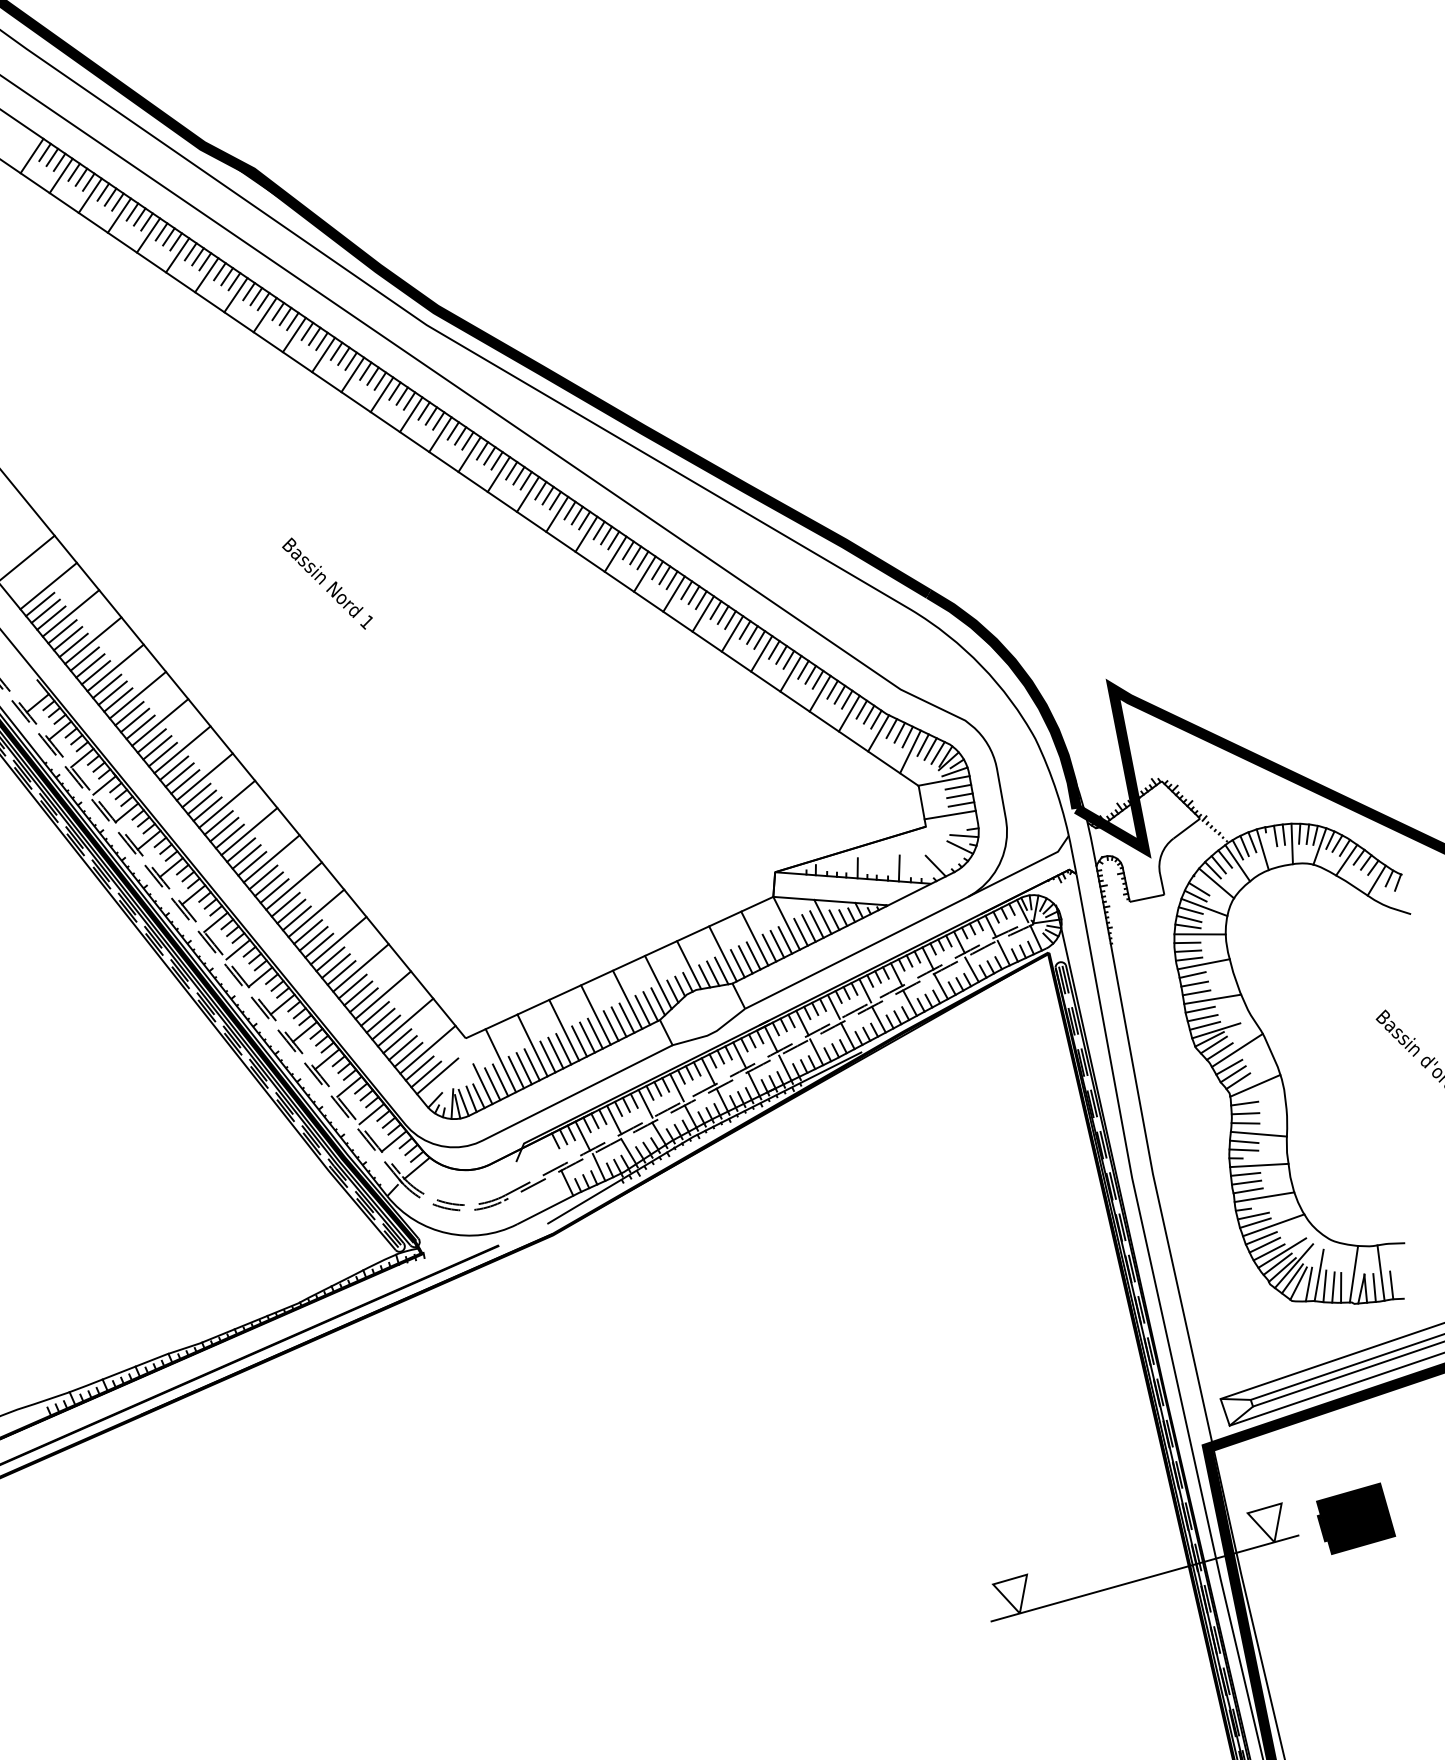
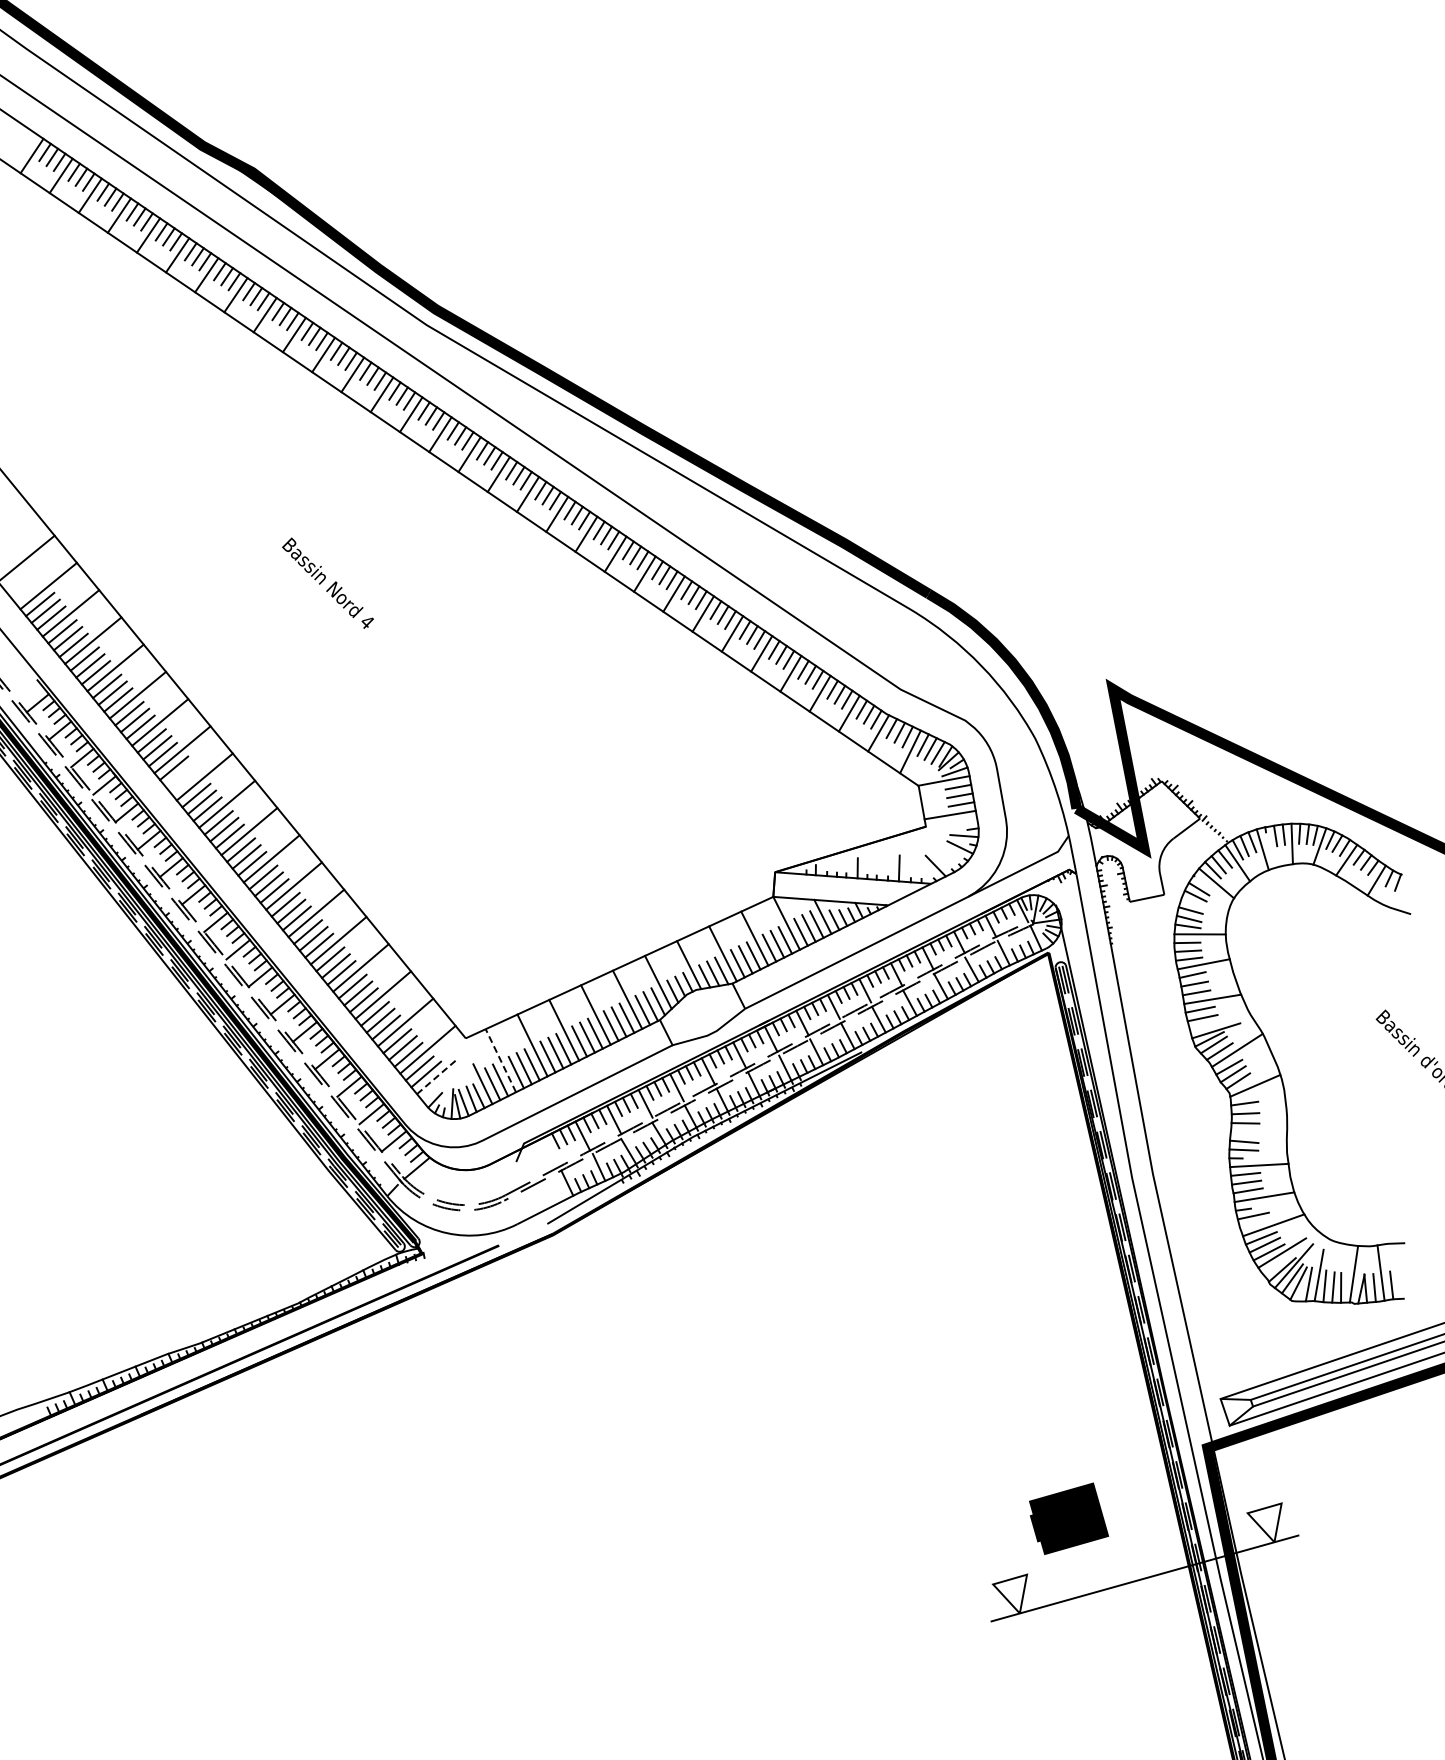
text at (366, 622): 1 -> 4
line at (179, 774): present -> none
line at (185, 781): present -> none
line at (1204, 907): present -> none
line at (1204, 1025): present -> none
line at (500, 1060): solid -> dashed
line at (437, 1075): solid -> dashed
line at (1258, 1133): present -> none
line at (1255, 1222): present -> none
line at (1277, 1263): present -> none
text at (1356, 1518) position: (1356, 1518) -> (1069, 1518)
